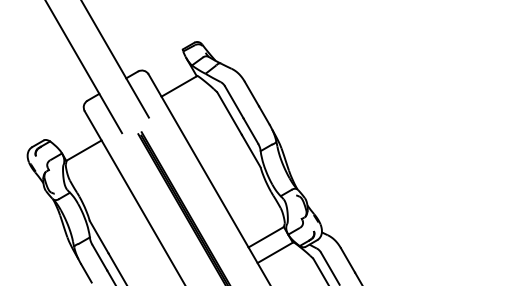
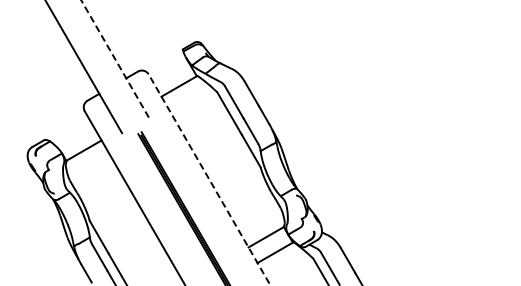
line at (114, 58): solid -> dashed
line at (209, 180): solid -> dashed
